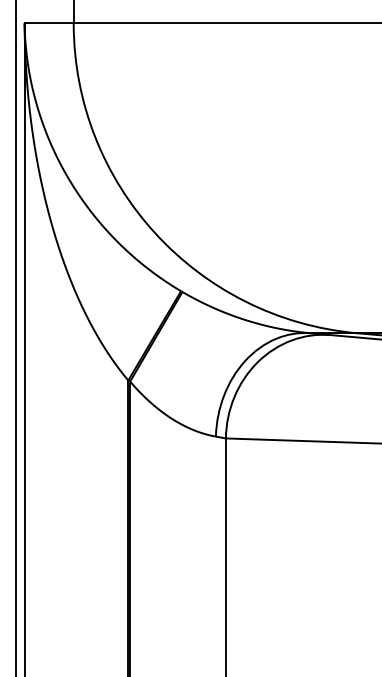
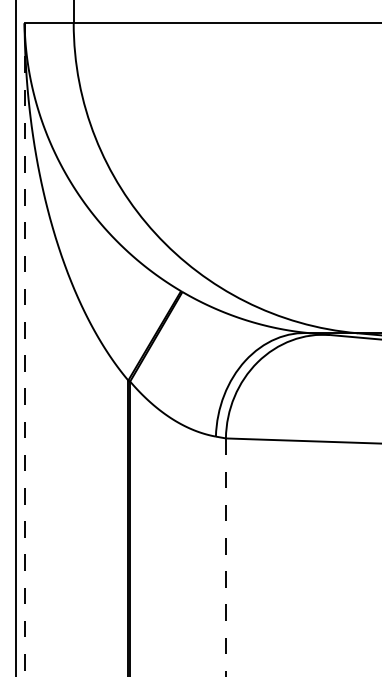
line at (24, 350): solid -> dashed
line at (225, 557): solid -> dashed
